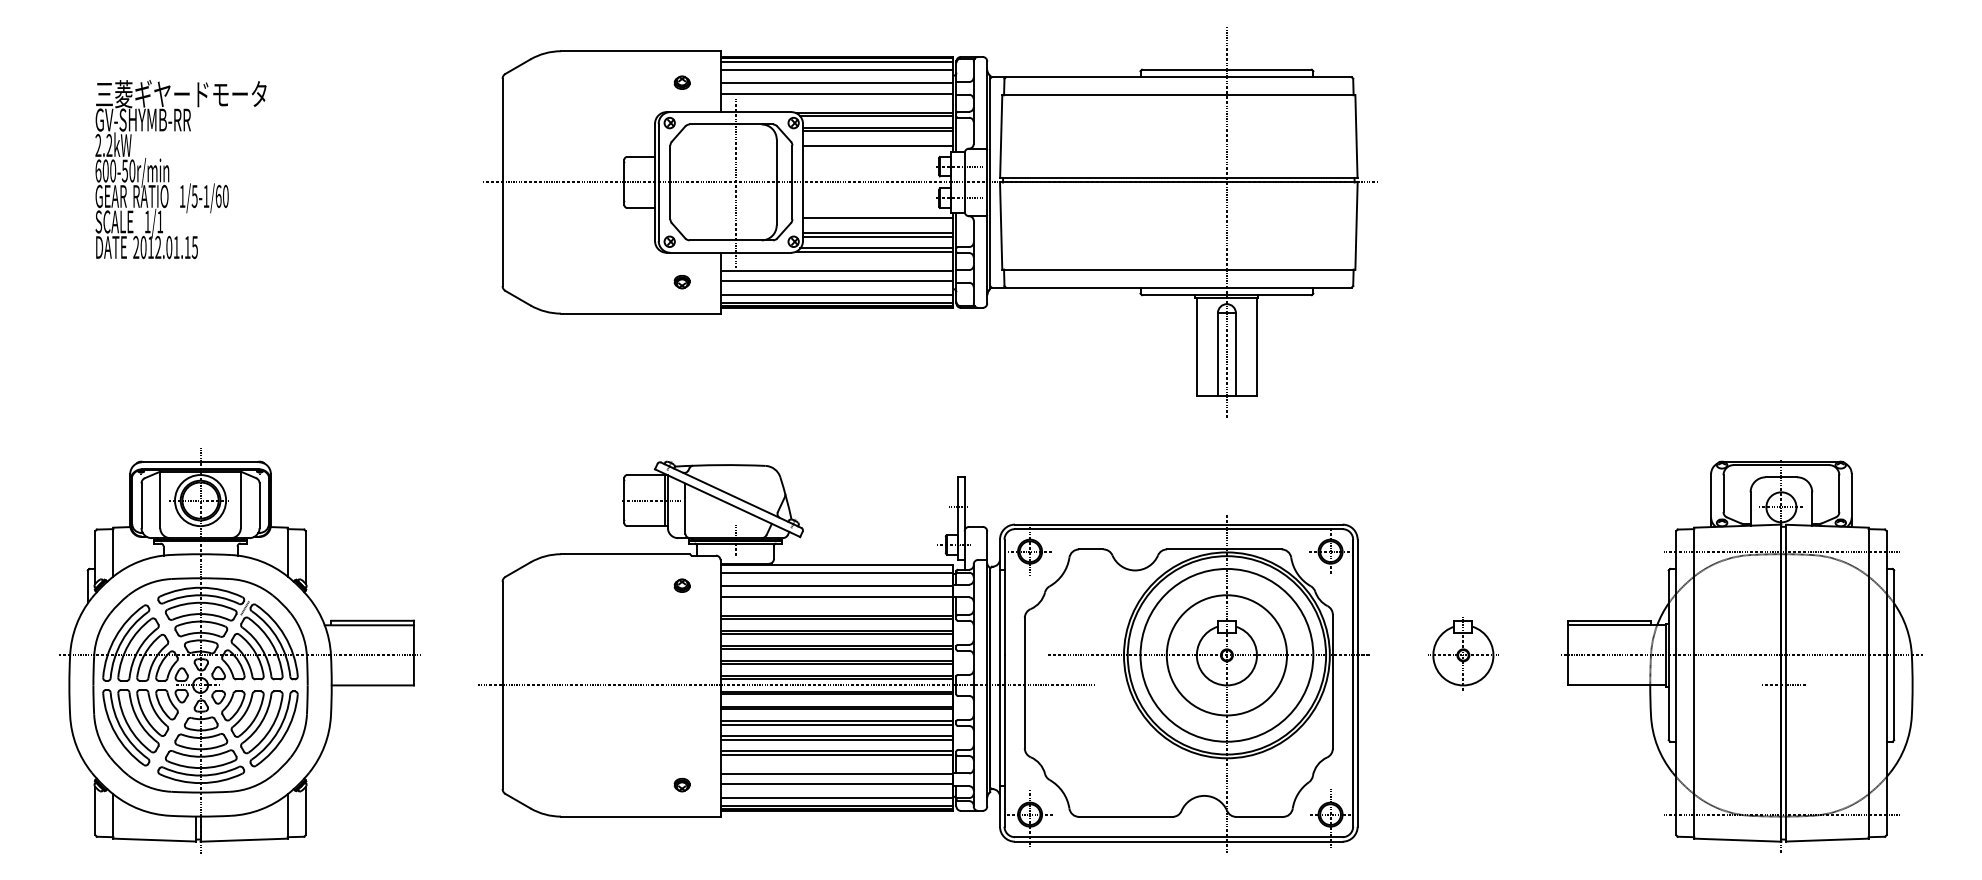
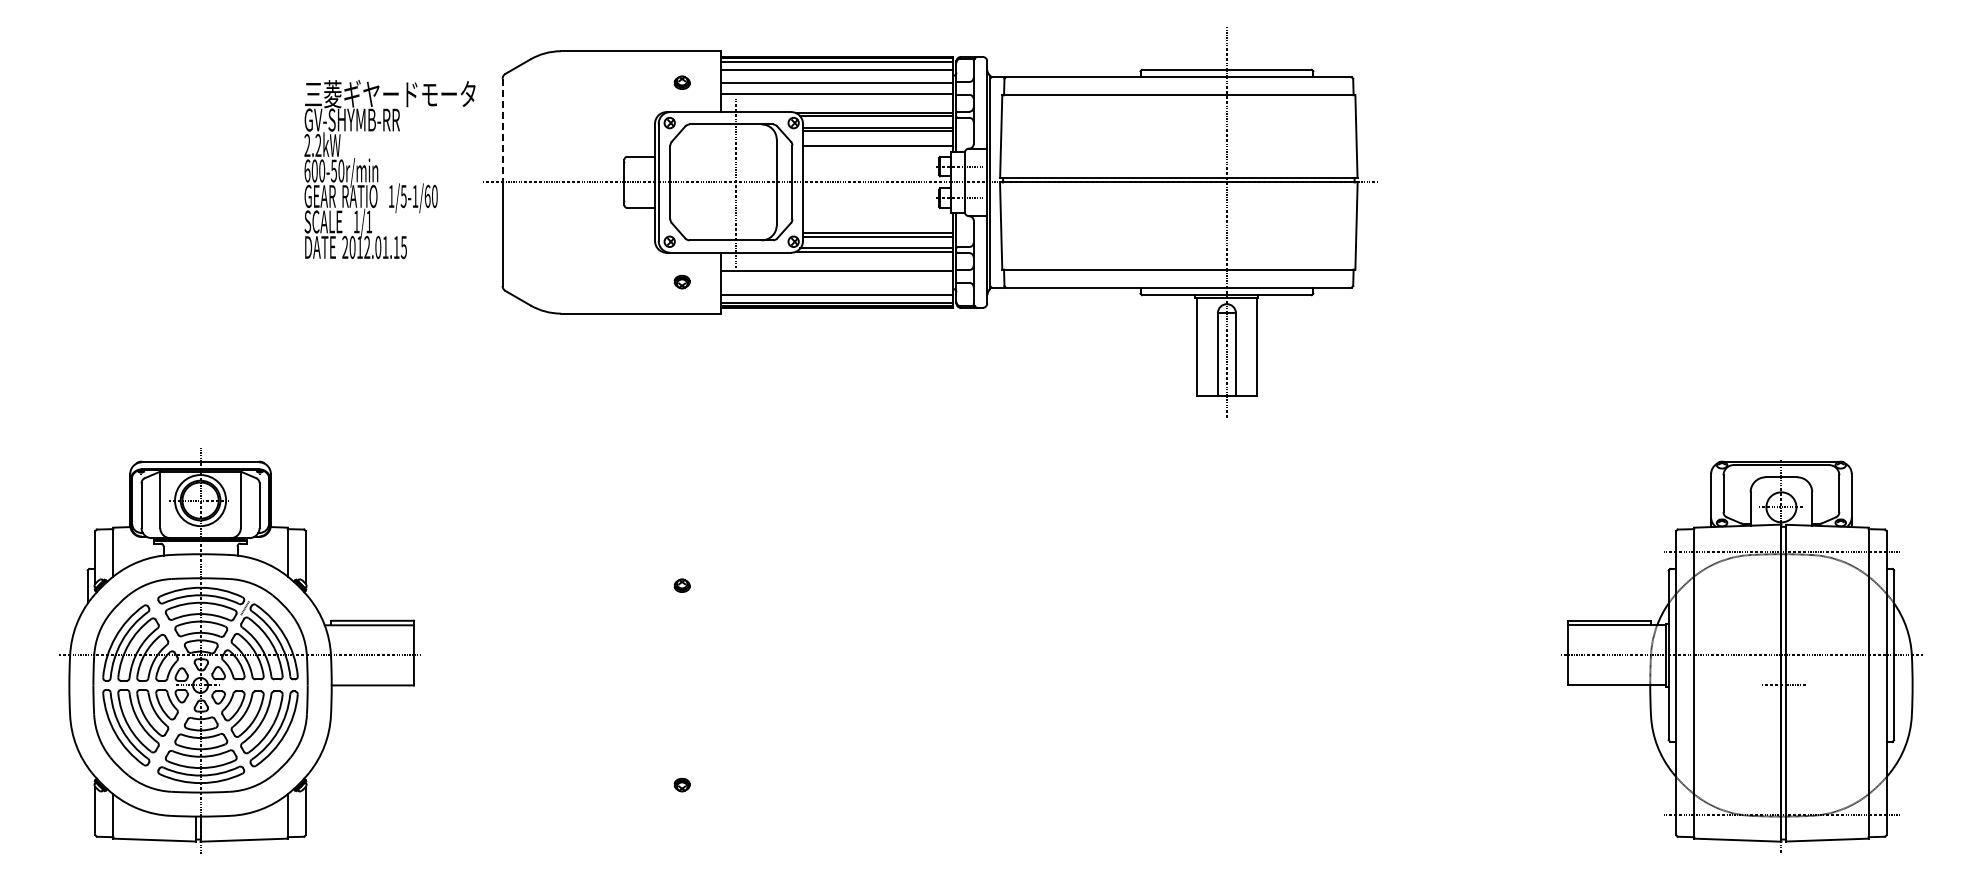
line at (502, 130): solid -> dashed
text at (180, 169) position: (180, 169) -> (389, 169)
line at (878, 218): present -> none
line at (836, 281): present -> none
part at (1463, 653): present -> none
part at (923, 656): present -> none
